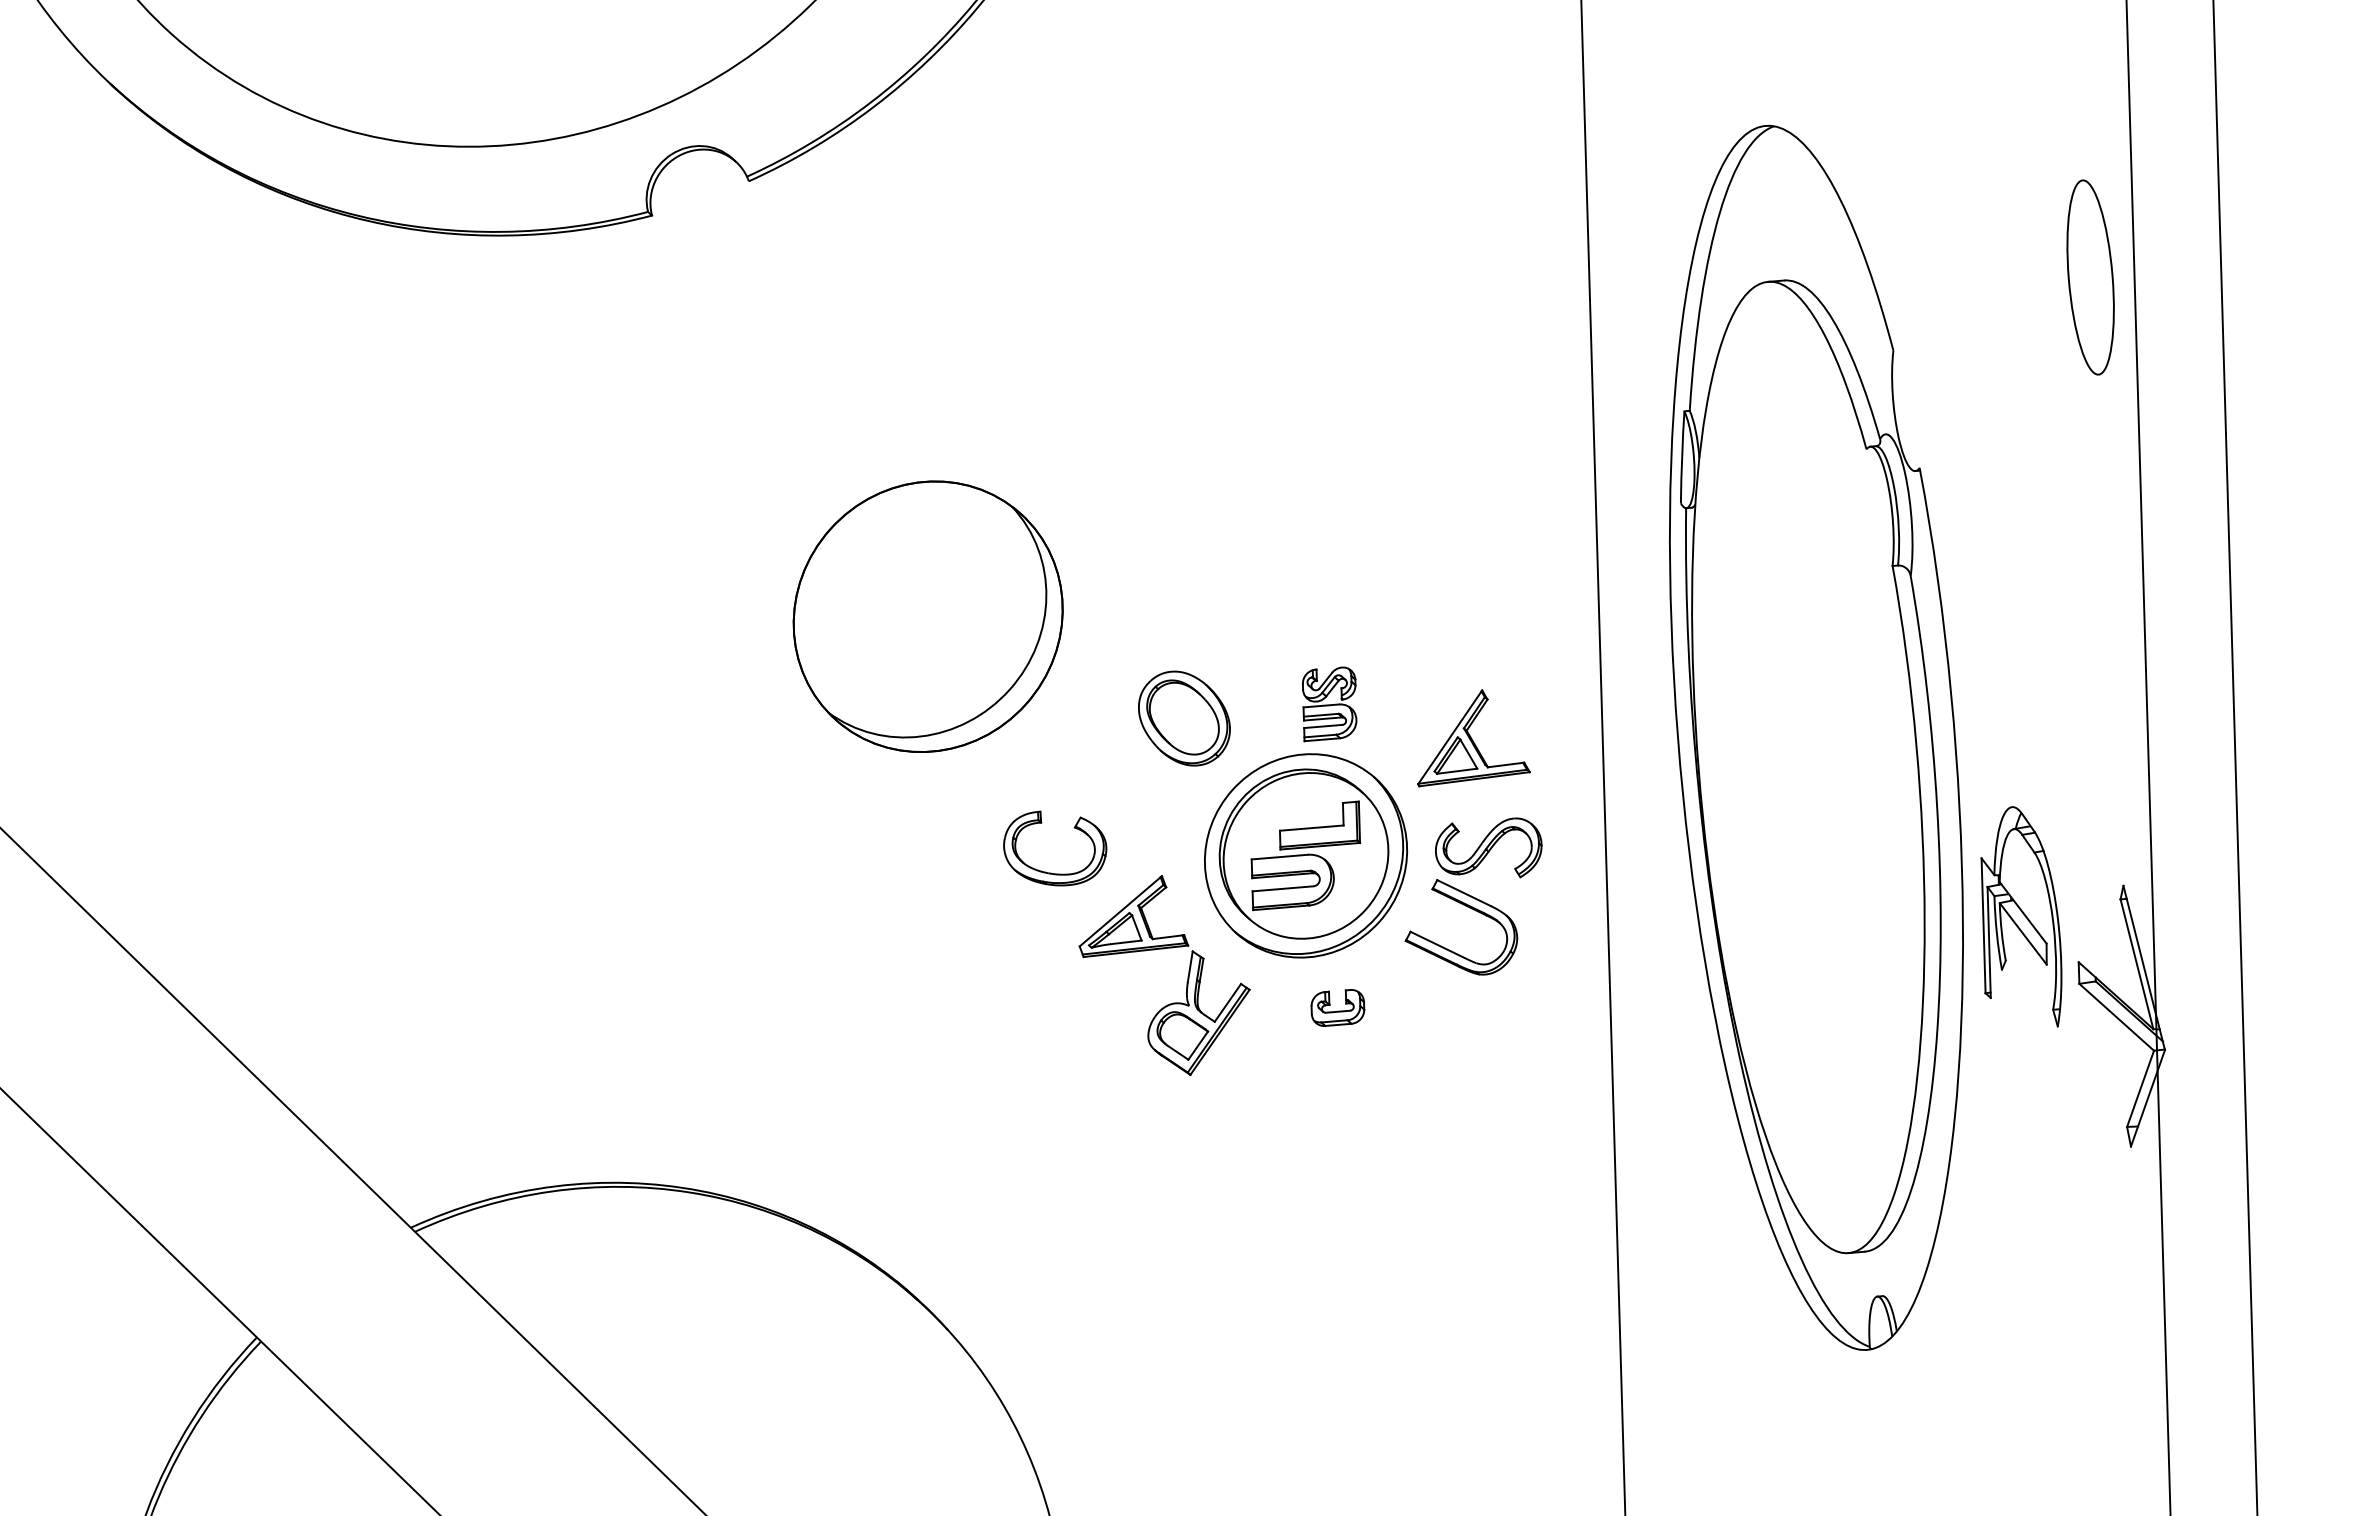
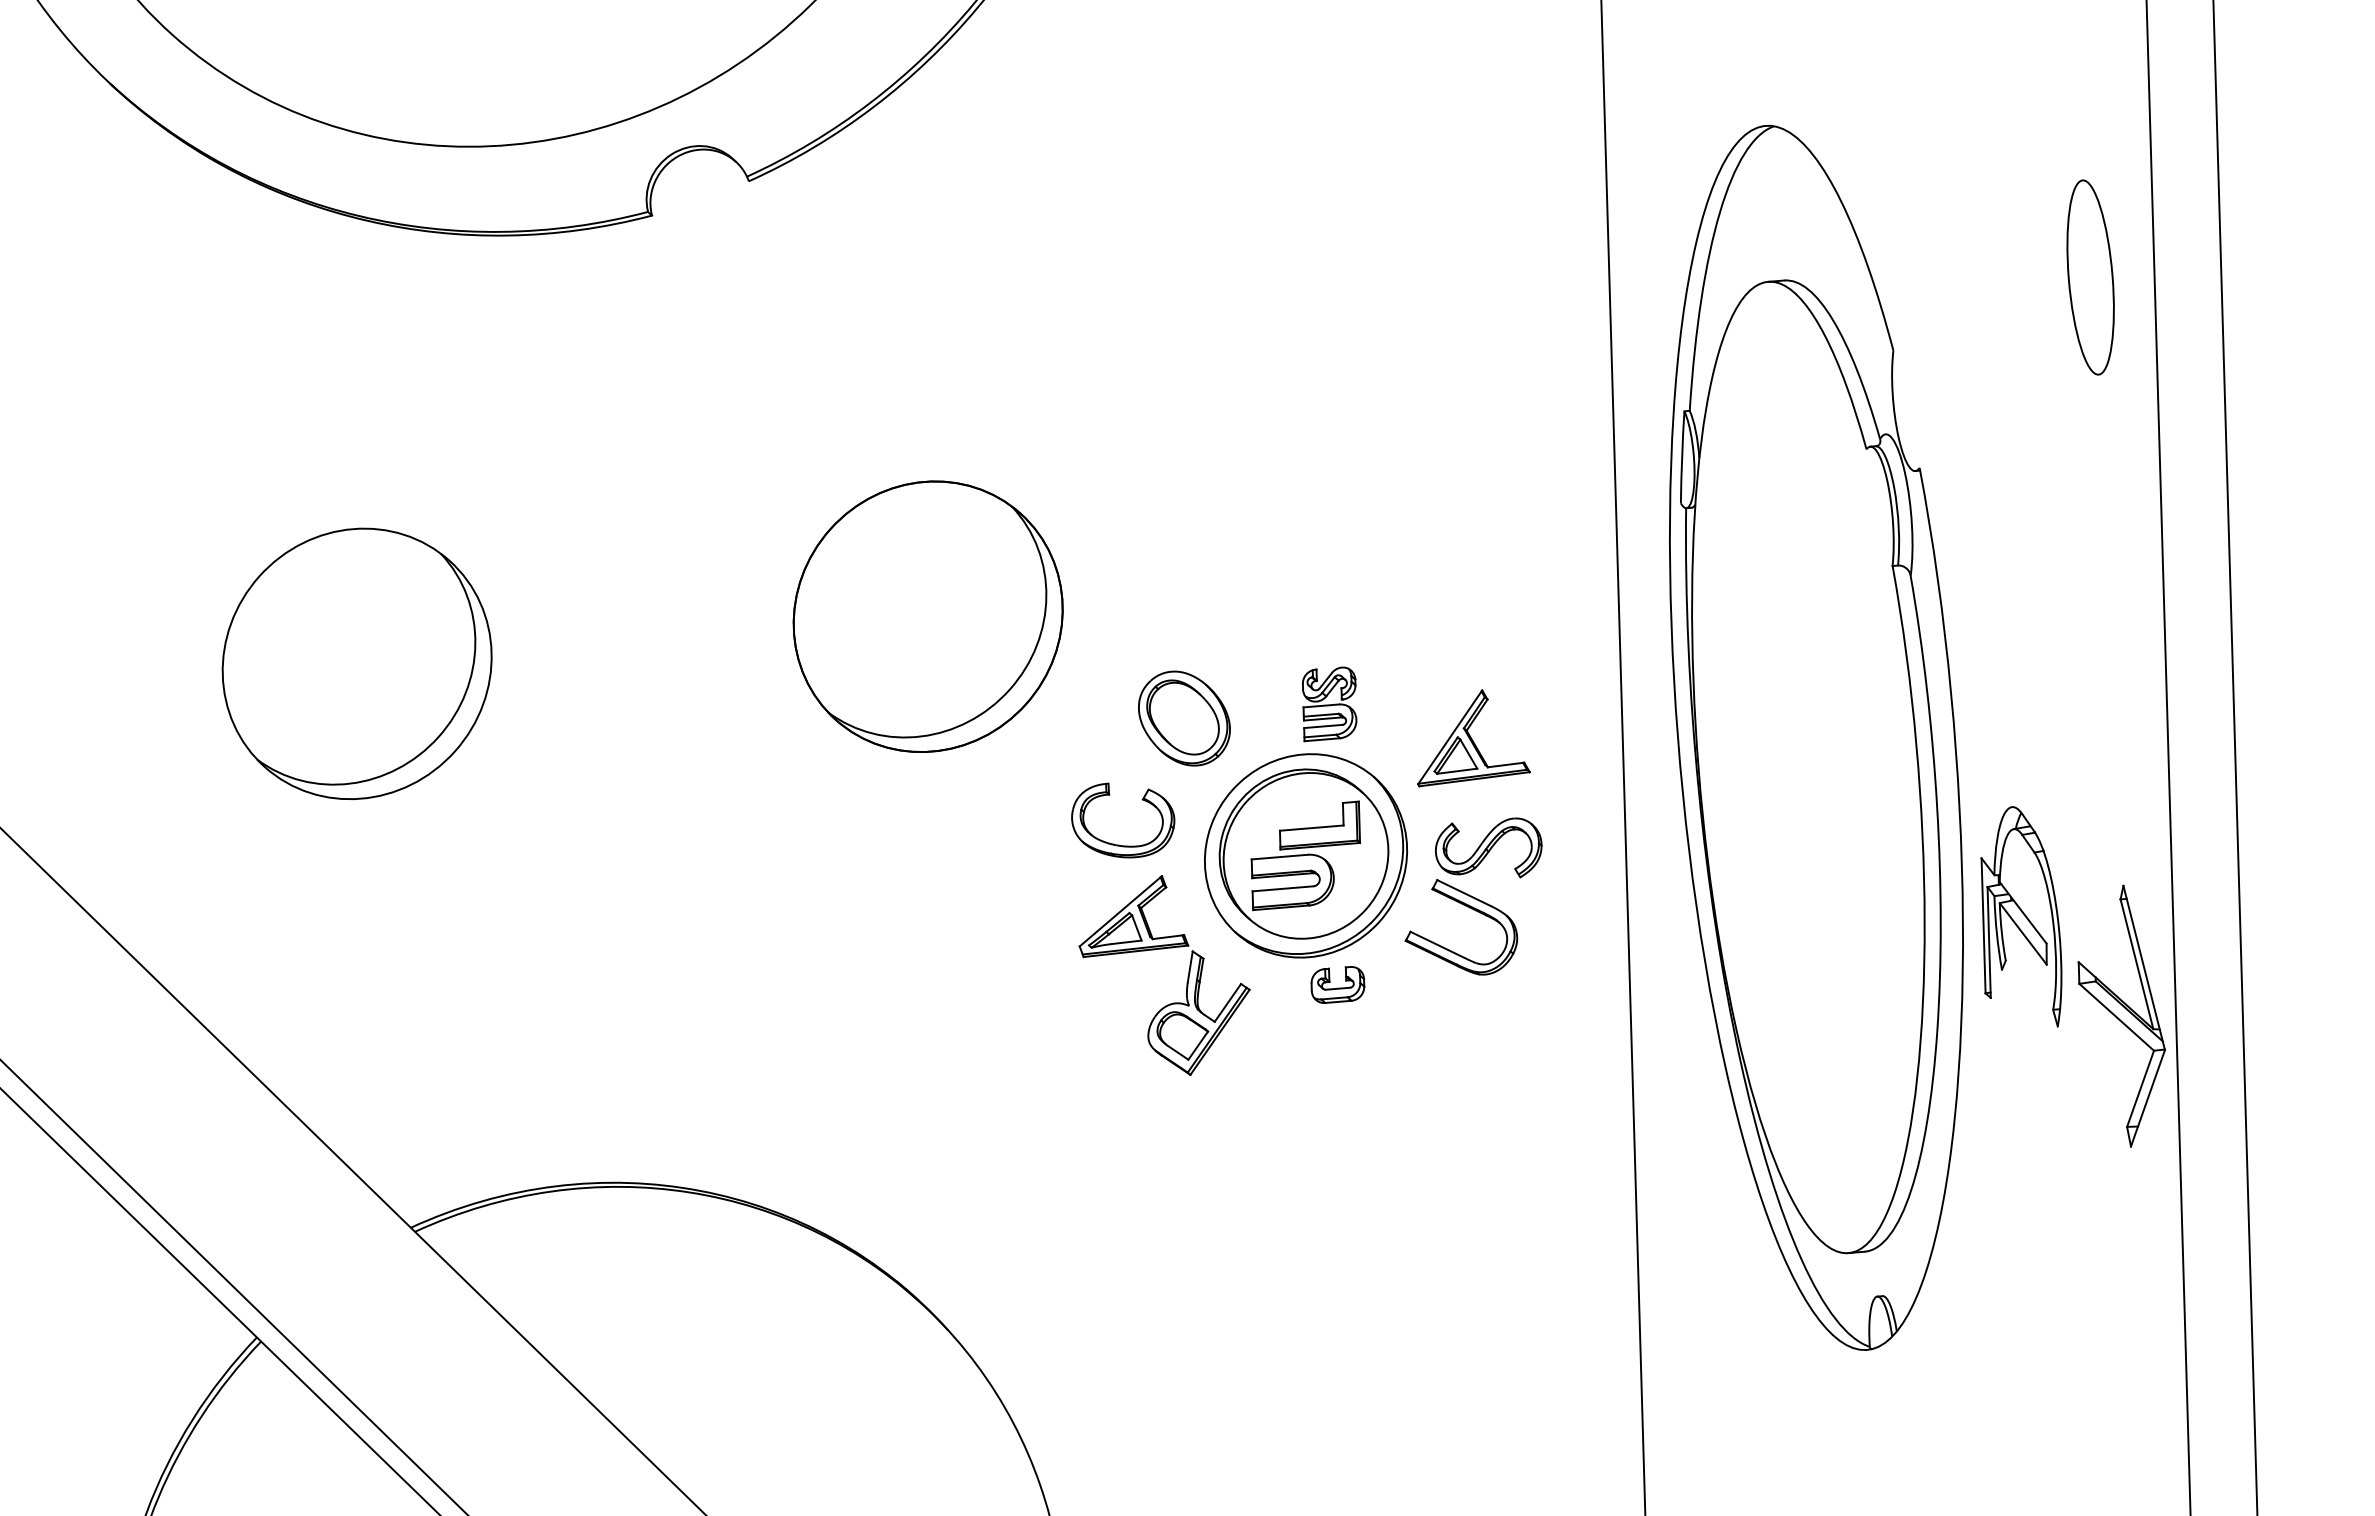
part at (356, 663): none -> present
line at (1603, 757) position: (1603, 757) -> (1623, 757)
line at (2148, 757) position: (2148, 757) -> (2168, 757)
part at (1051, 872) position: (1051, 872) -> (1119, 844)
part at (1337, 1007) position: (1337, 1007) -> (1337, 984)
line at (233, 1286): none -> present
